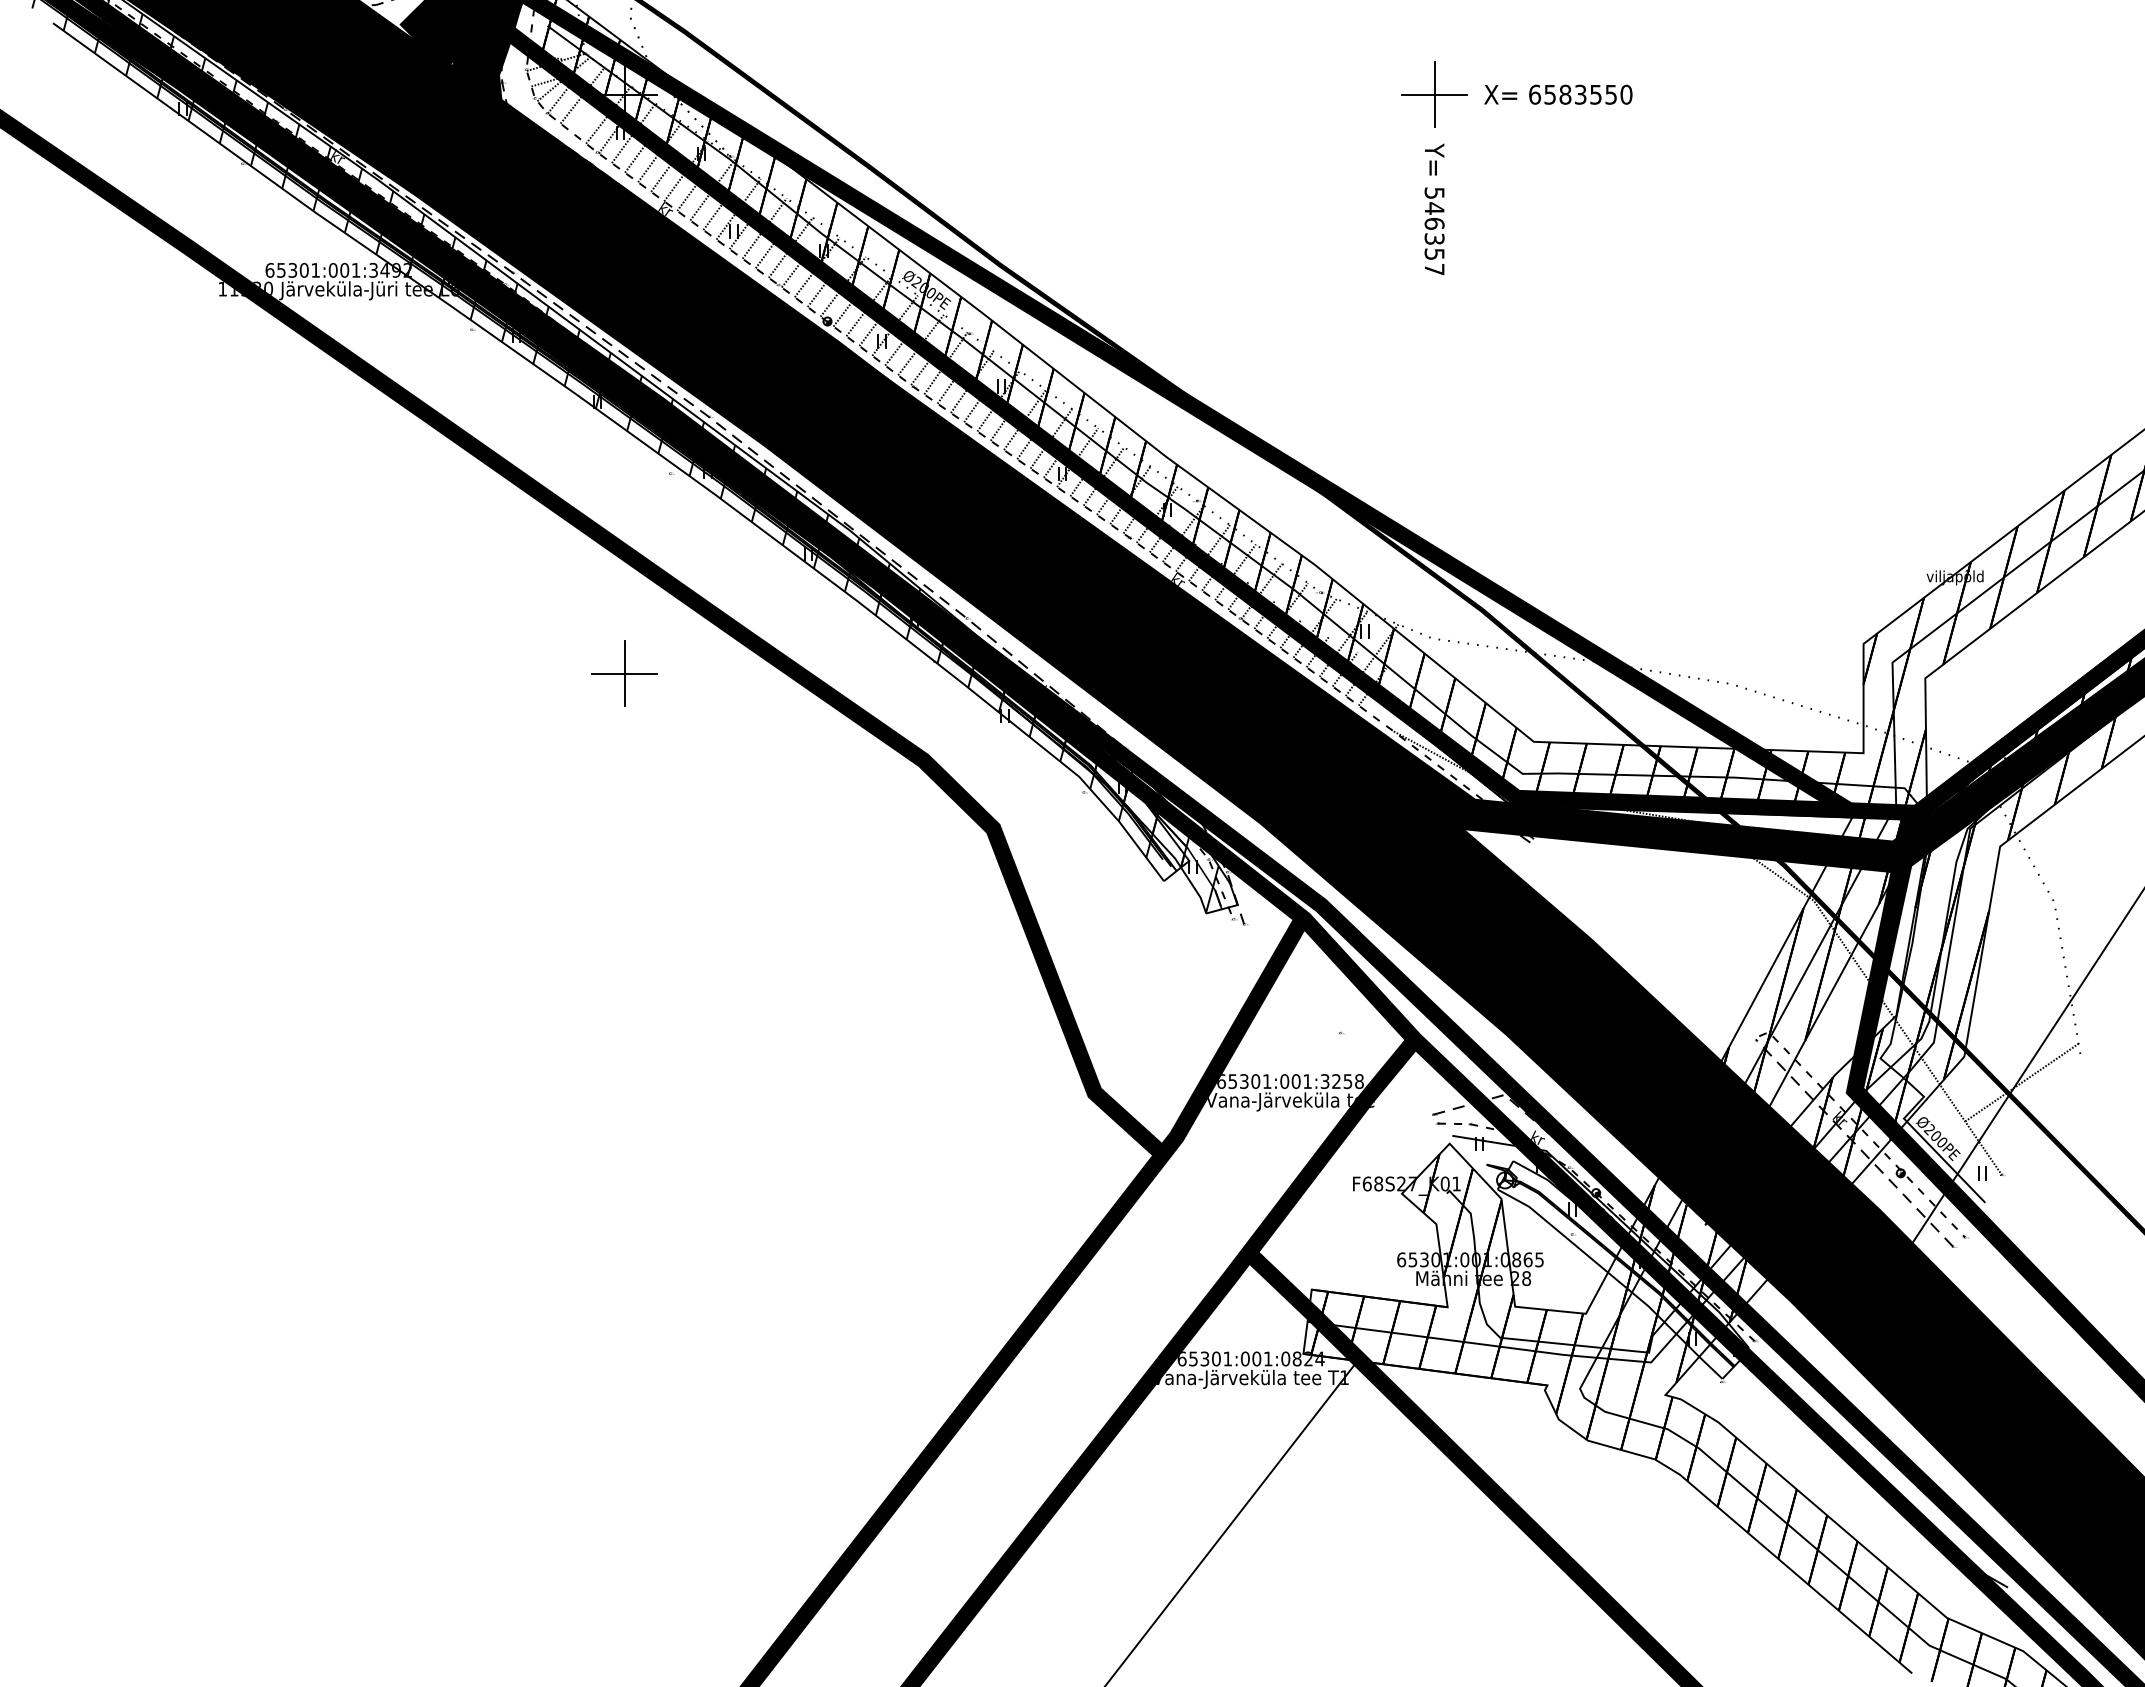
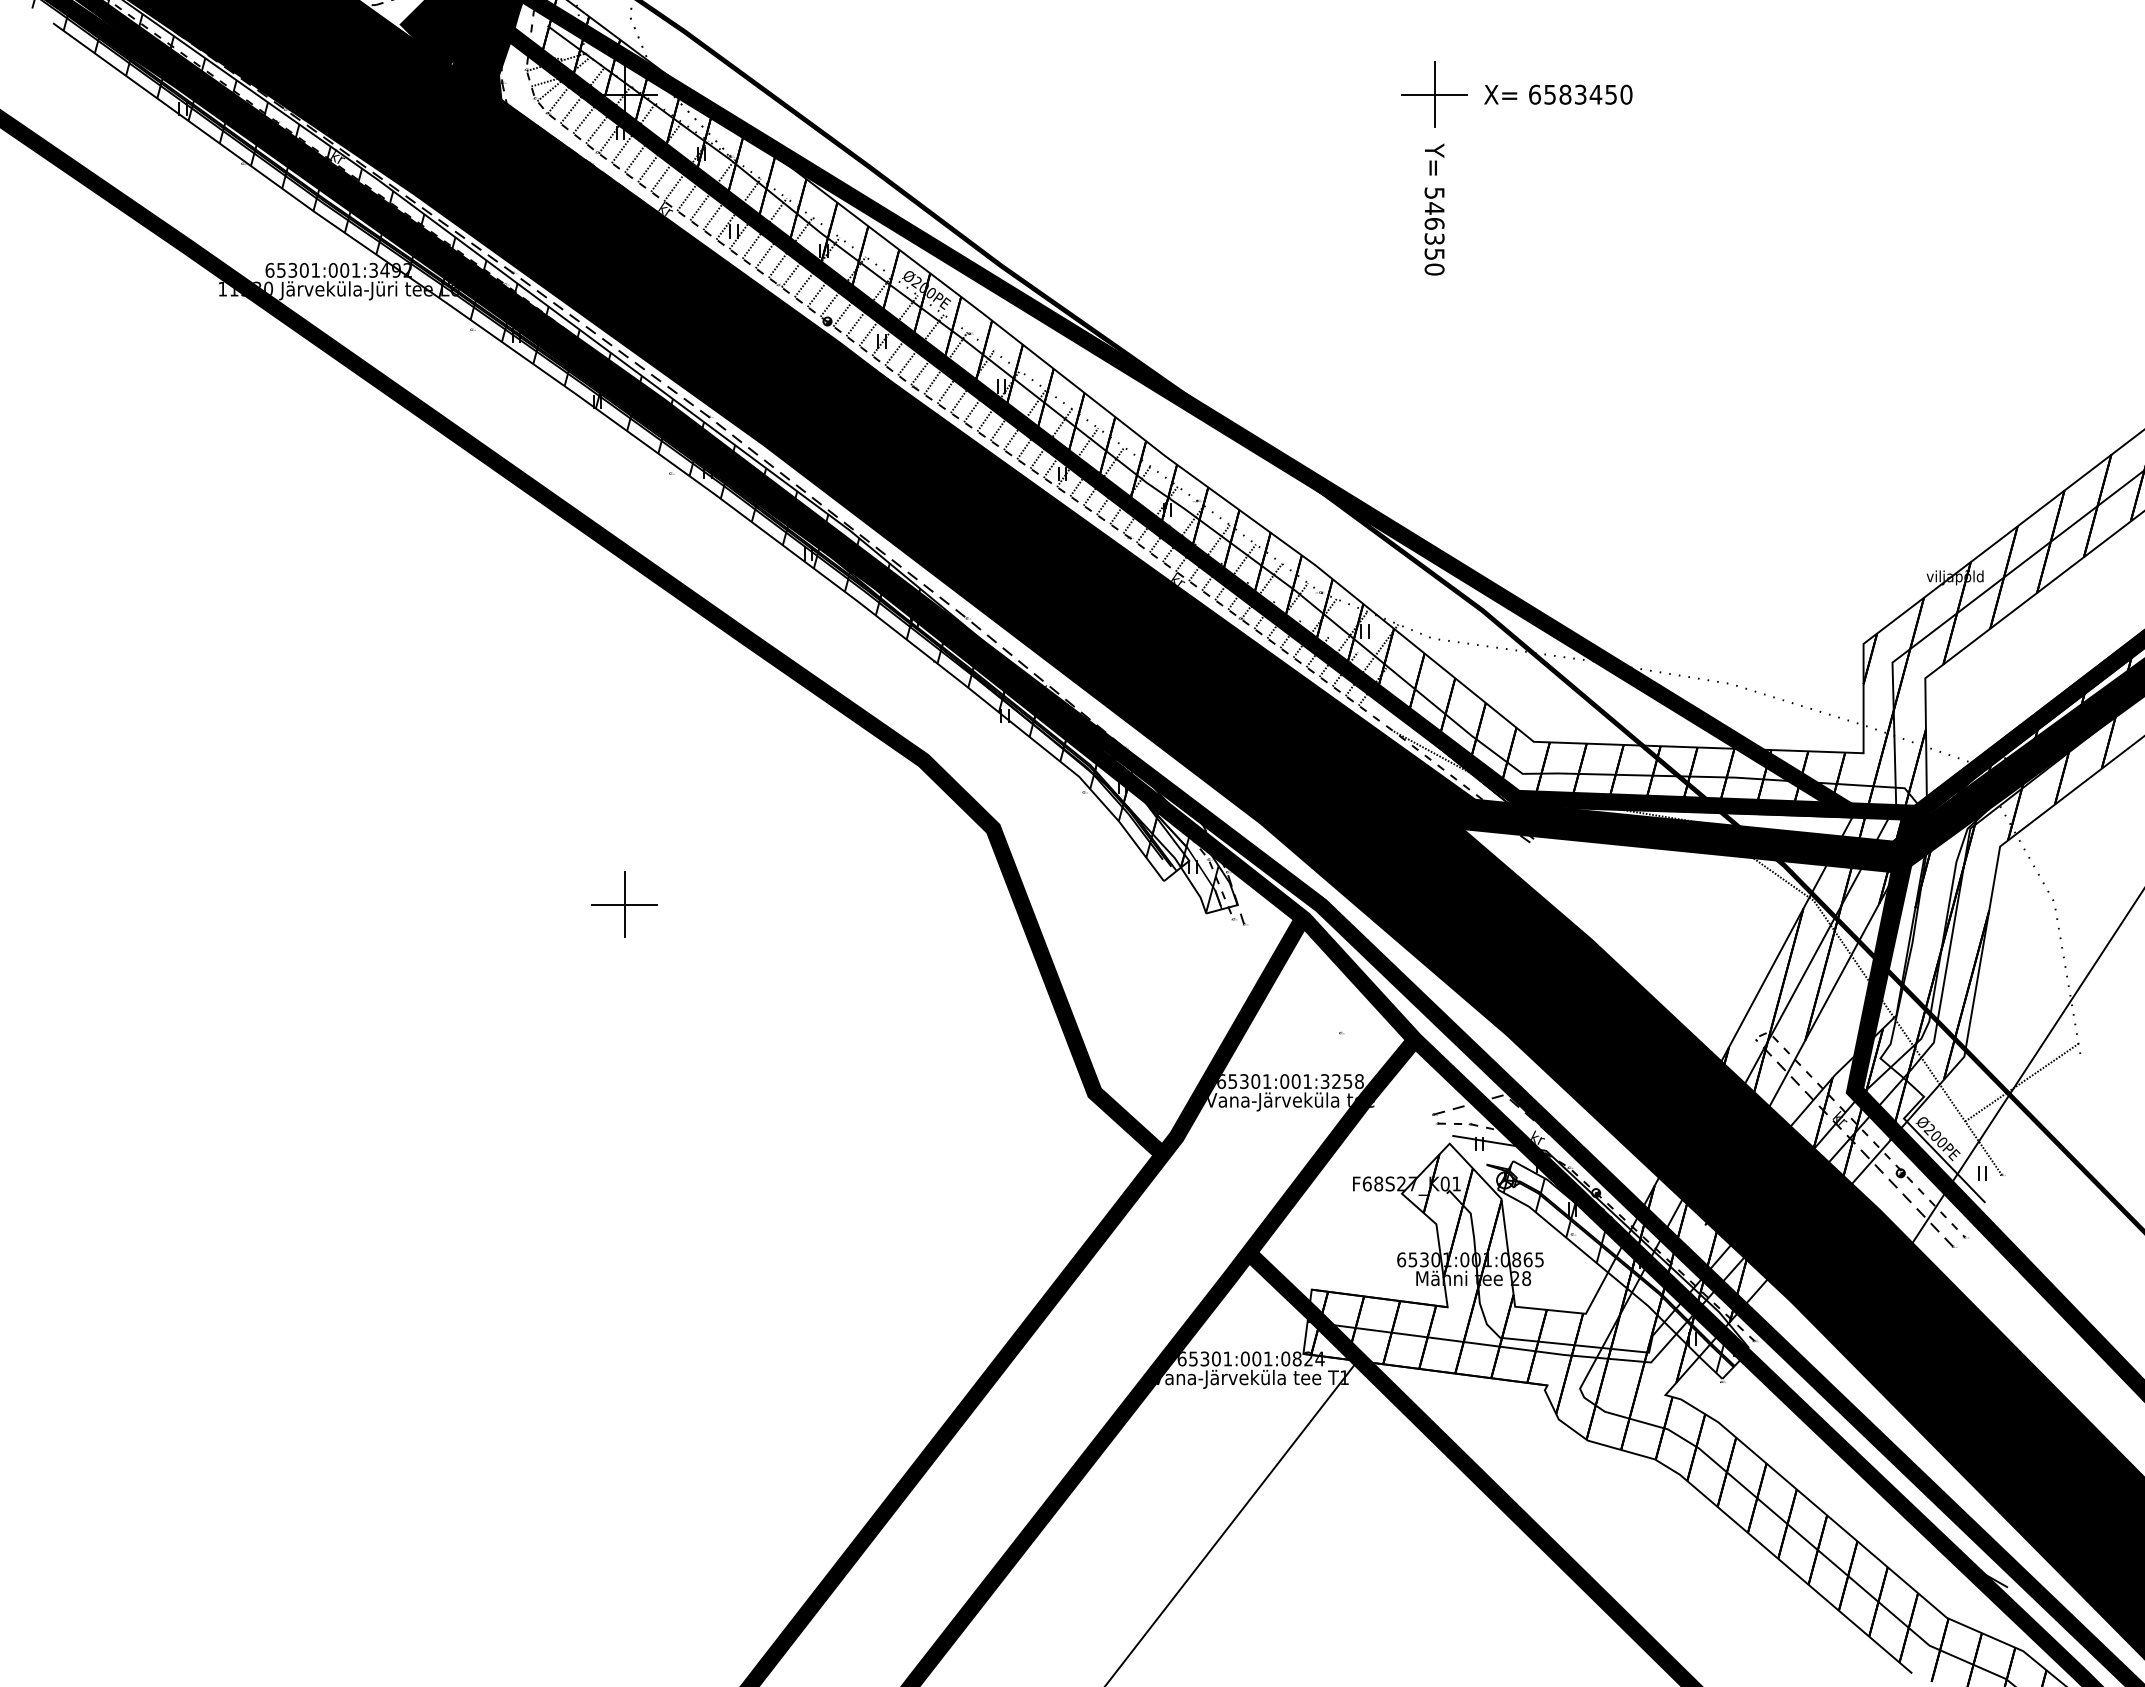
text at (1595, 94): 6583550 -> 6583450
line at (584, 119): none -> present
text at (1434, 269): 546357 -> 546350
part at (624, 673) position: (624, 673) -> (624, 904)
hatch at (1614, 1268): none -> present
